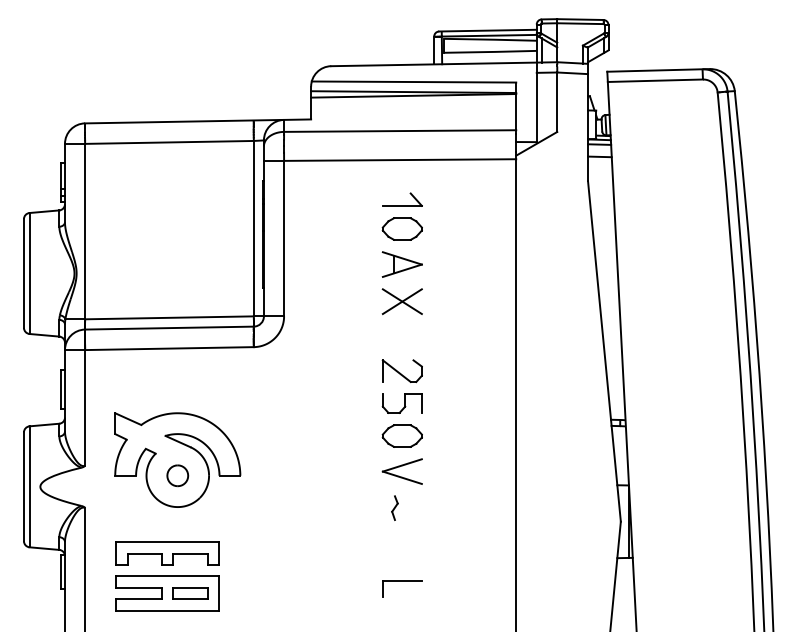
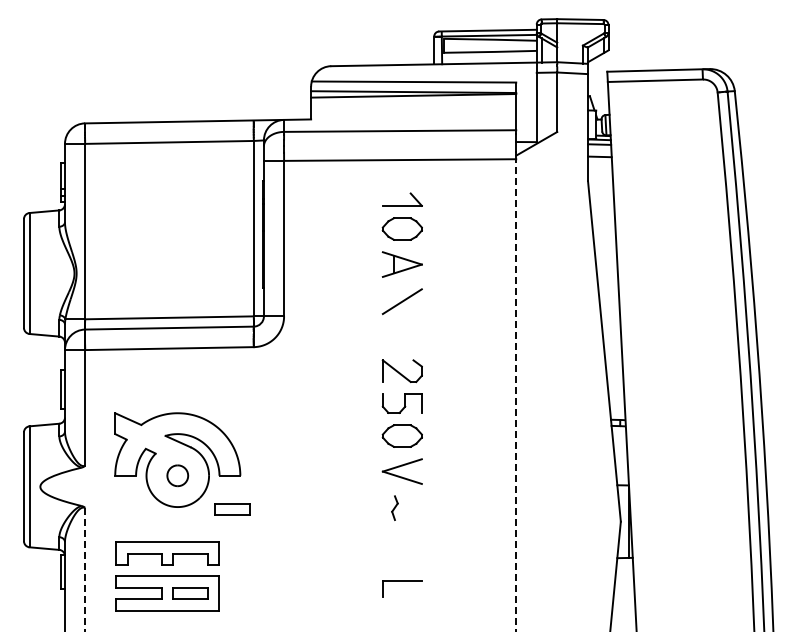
line at (401, 301): present -> none
line at (516, 393): solid -> dashed
part at (232, 509): none -> present
line at (85, 569): solid -> dashed
